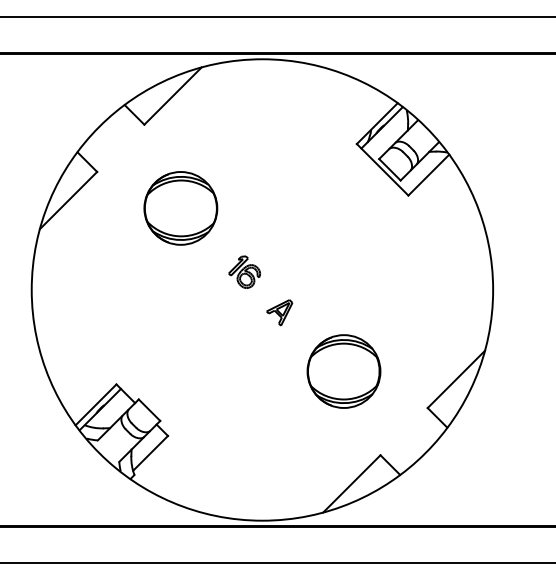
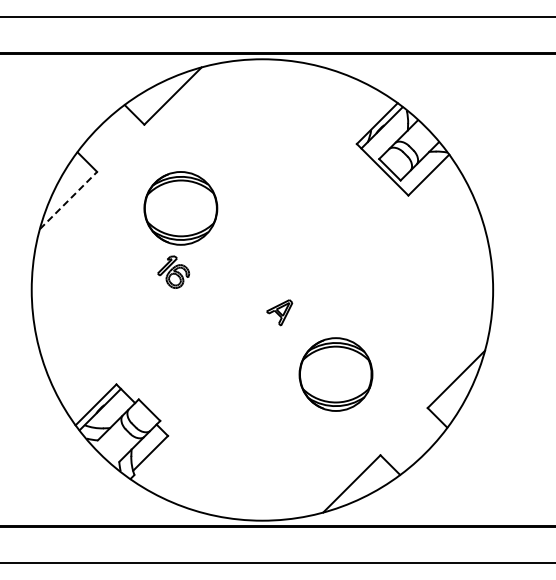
line at (68, 200): solid -> dashed
part at (244, 271) position: (244, 271) -> (173, 271)
part at (343, 371) position: (343, 371) -> (335, 374)
